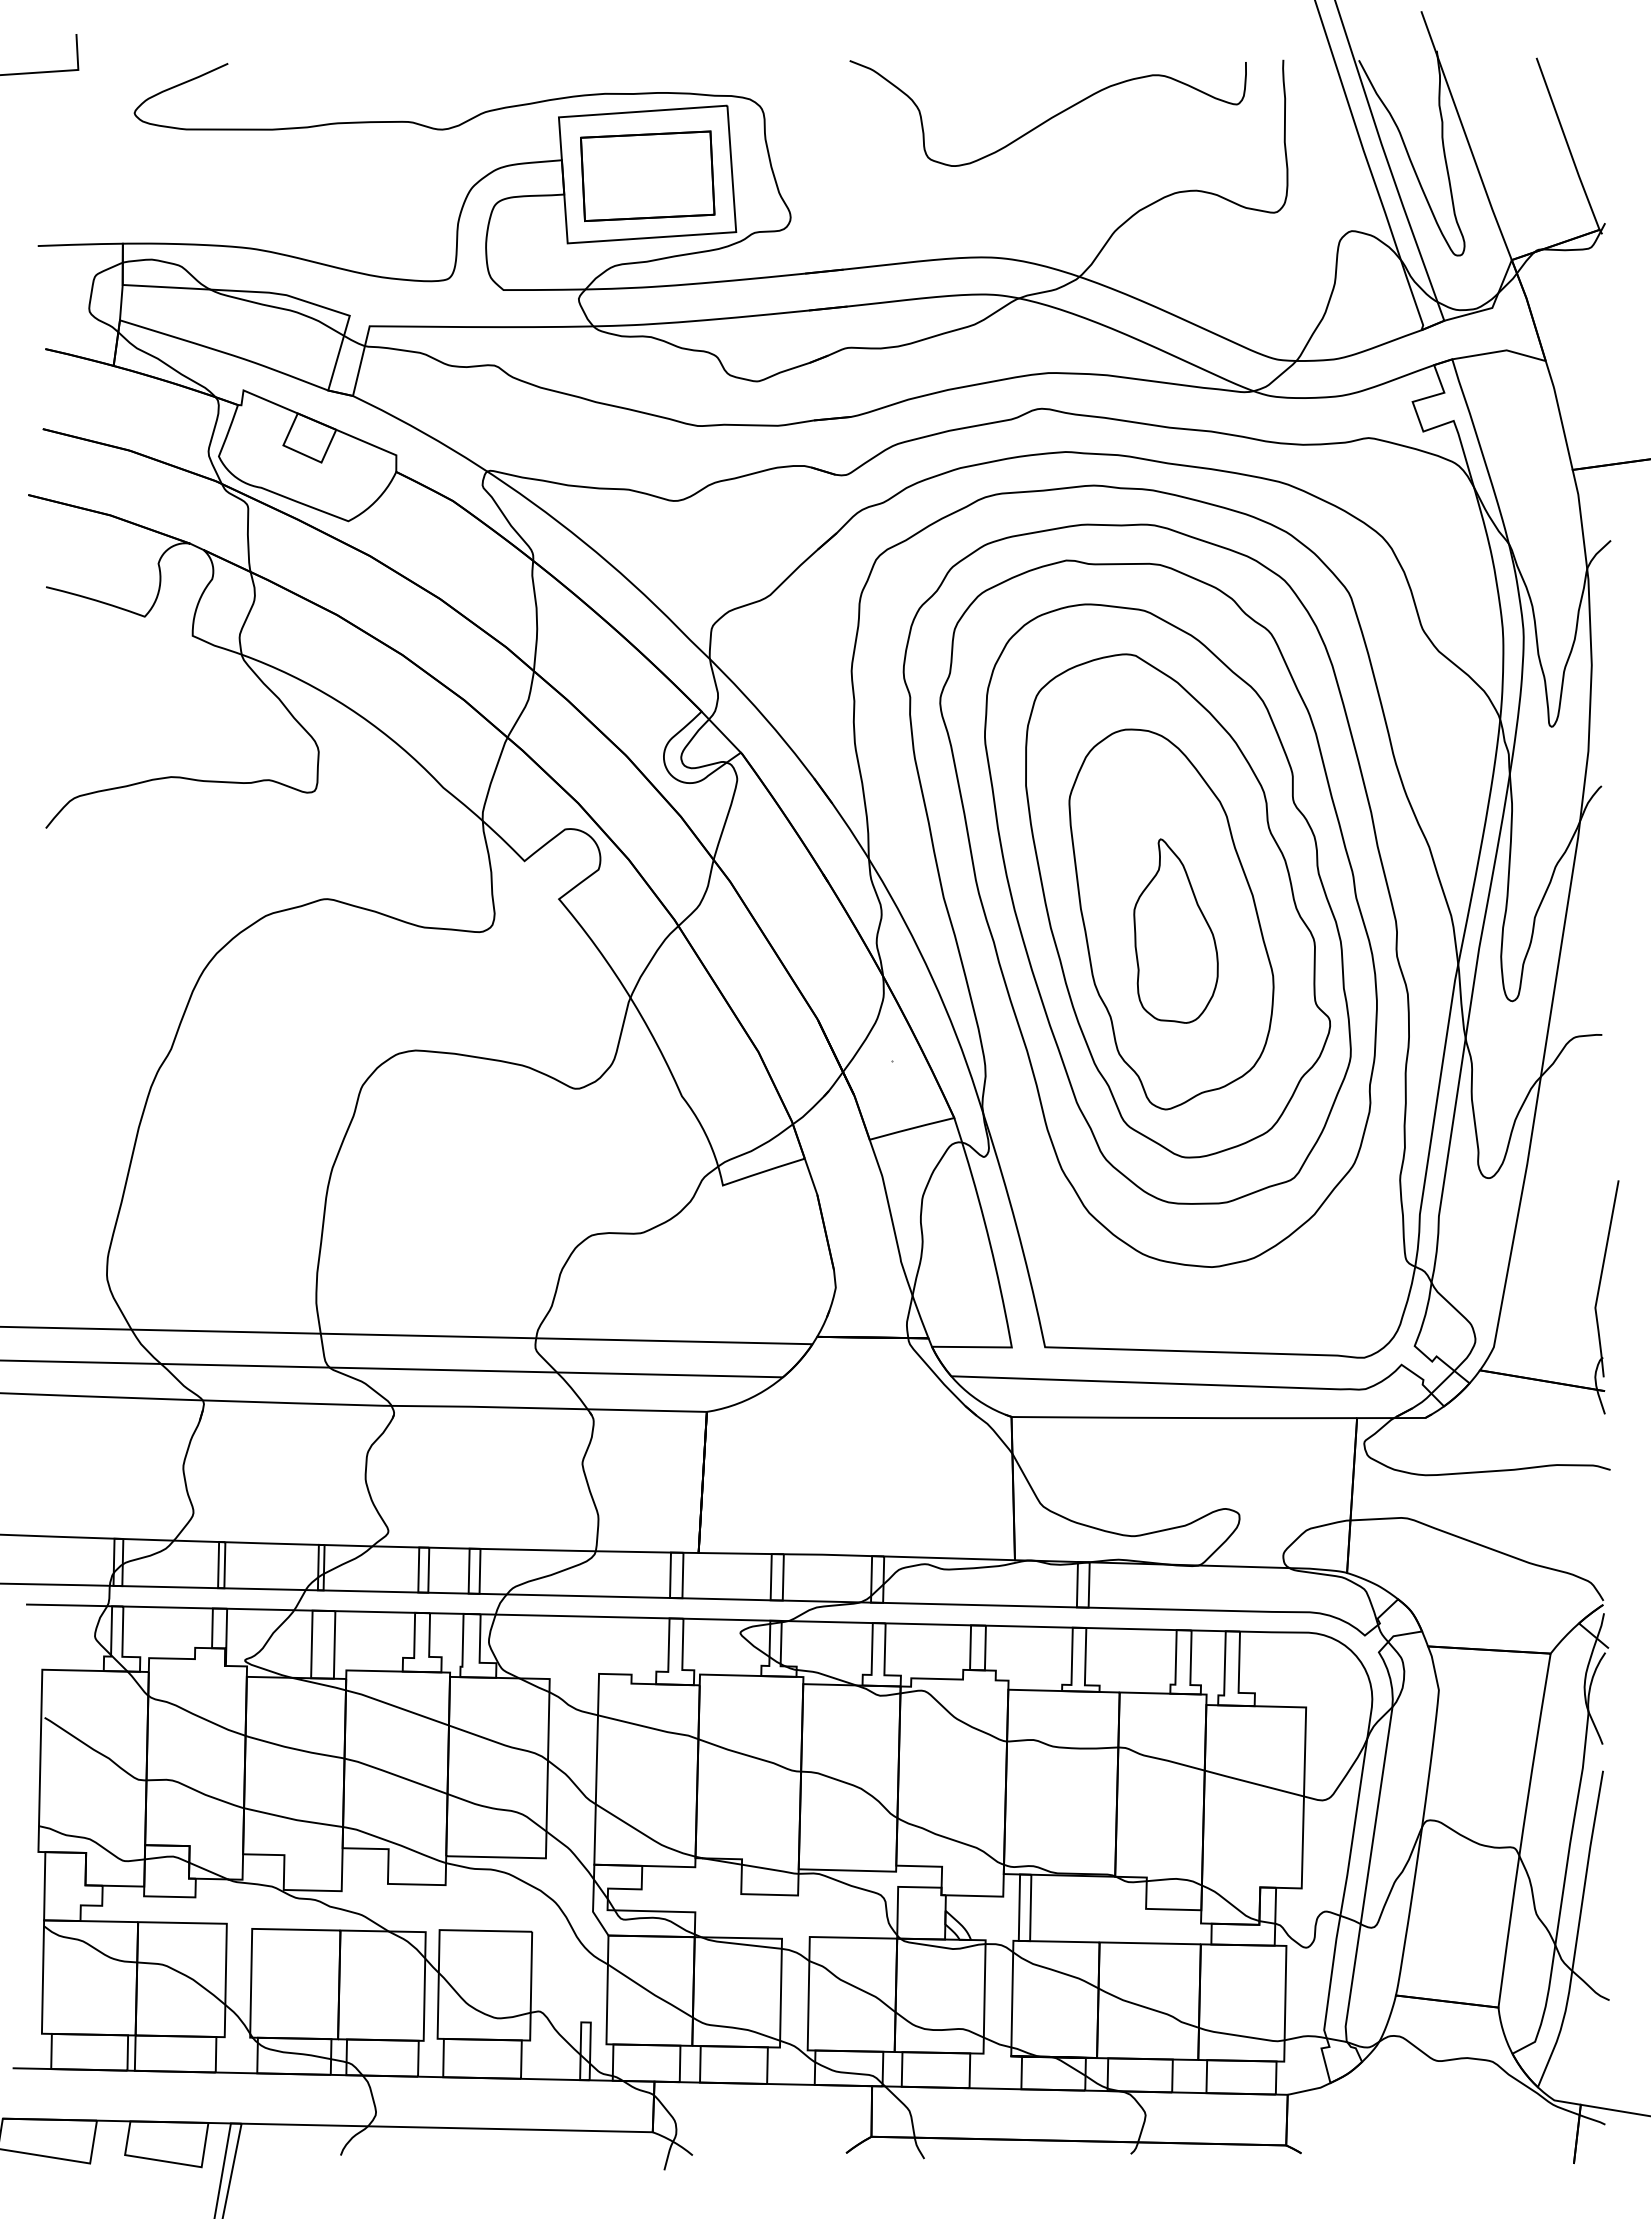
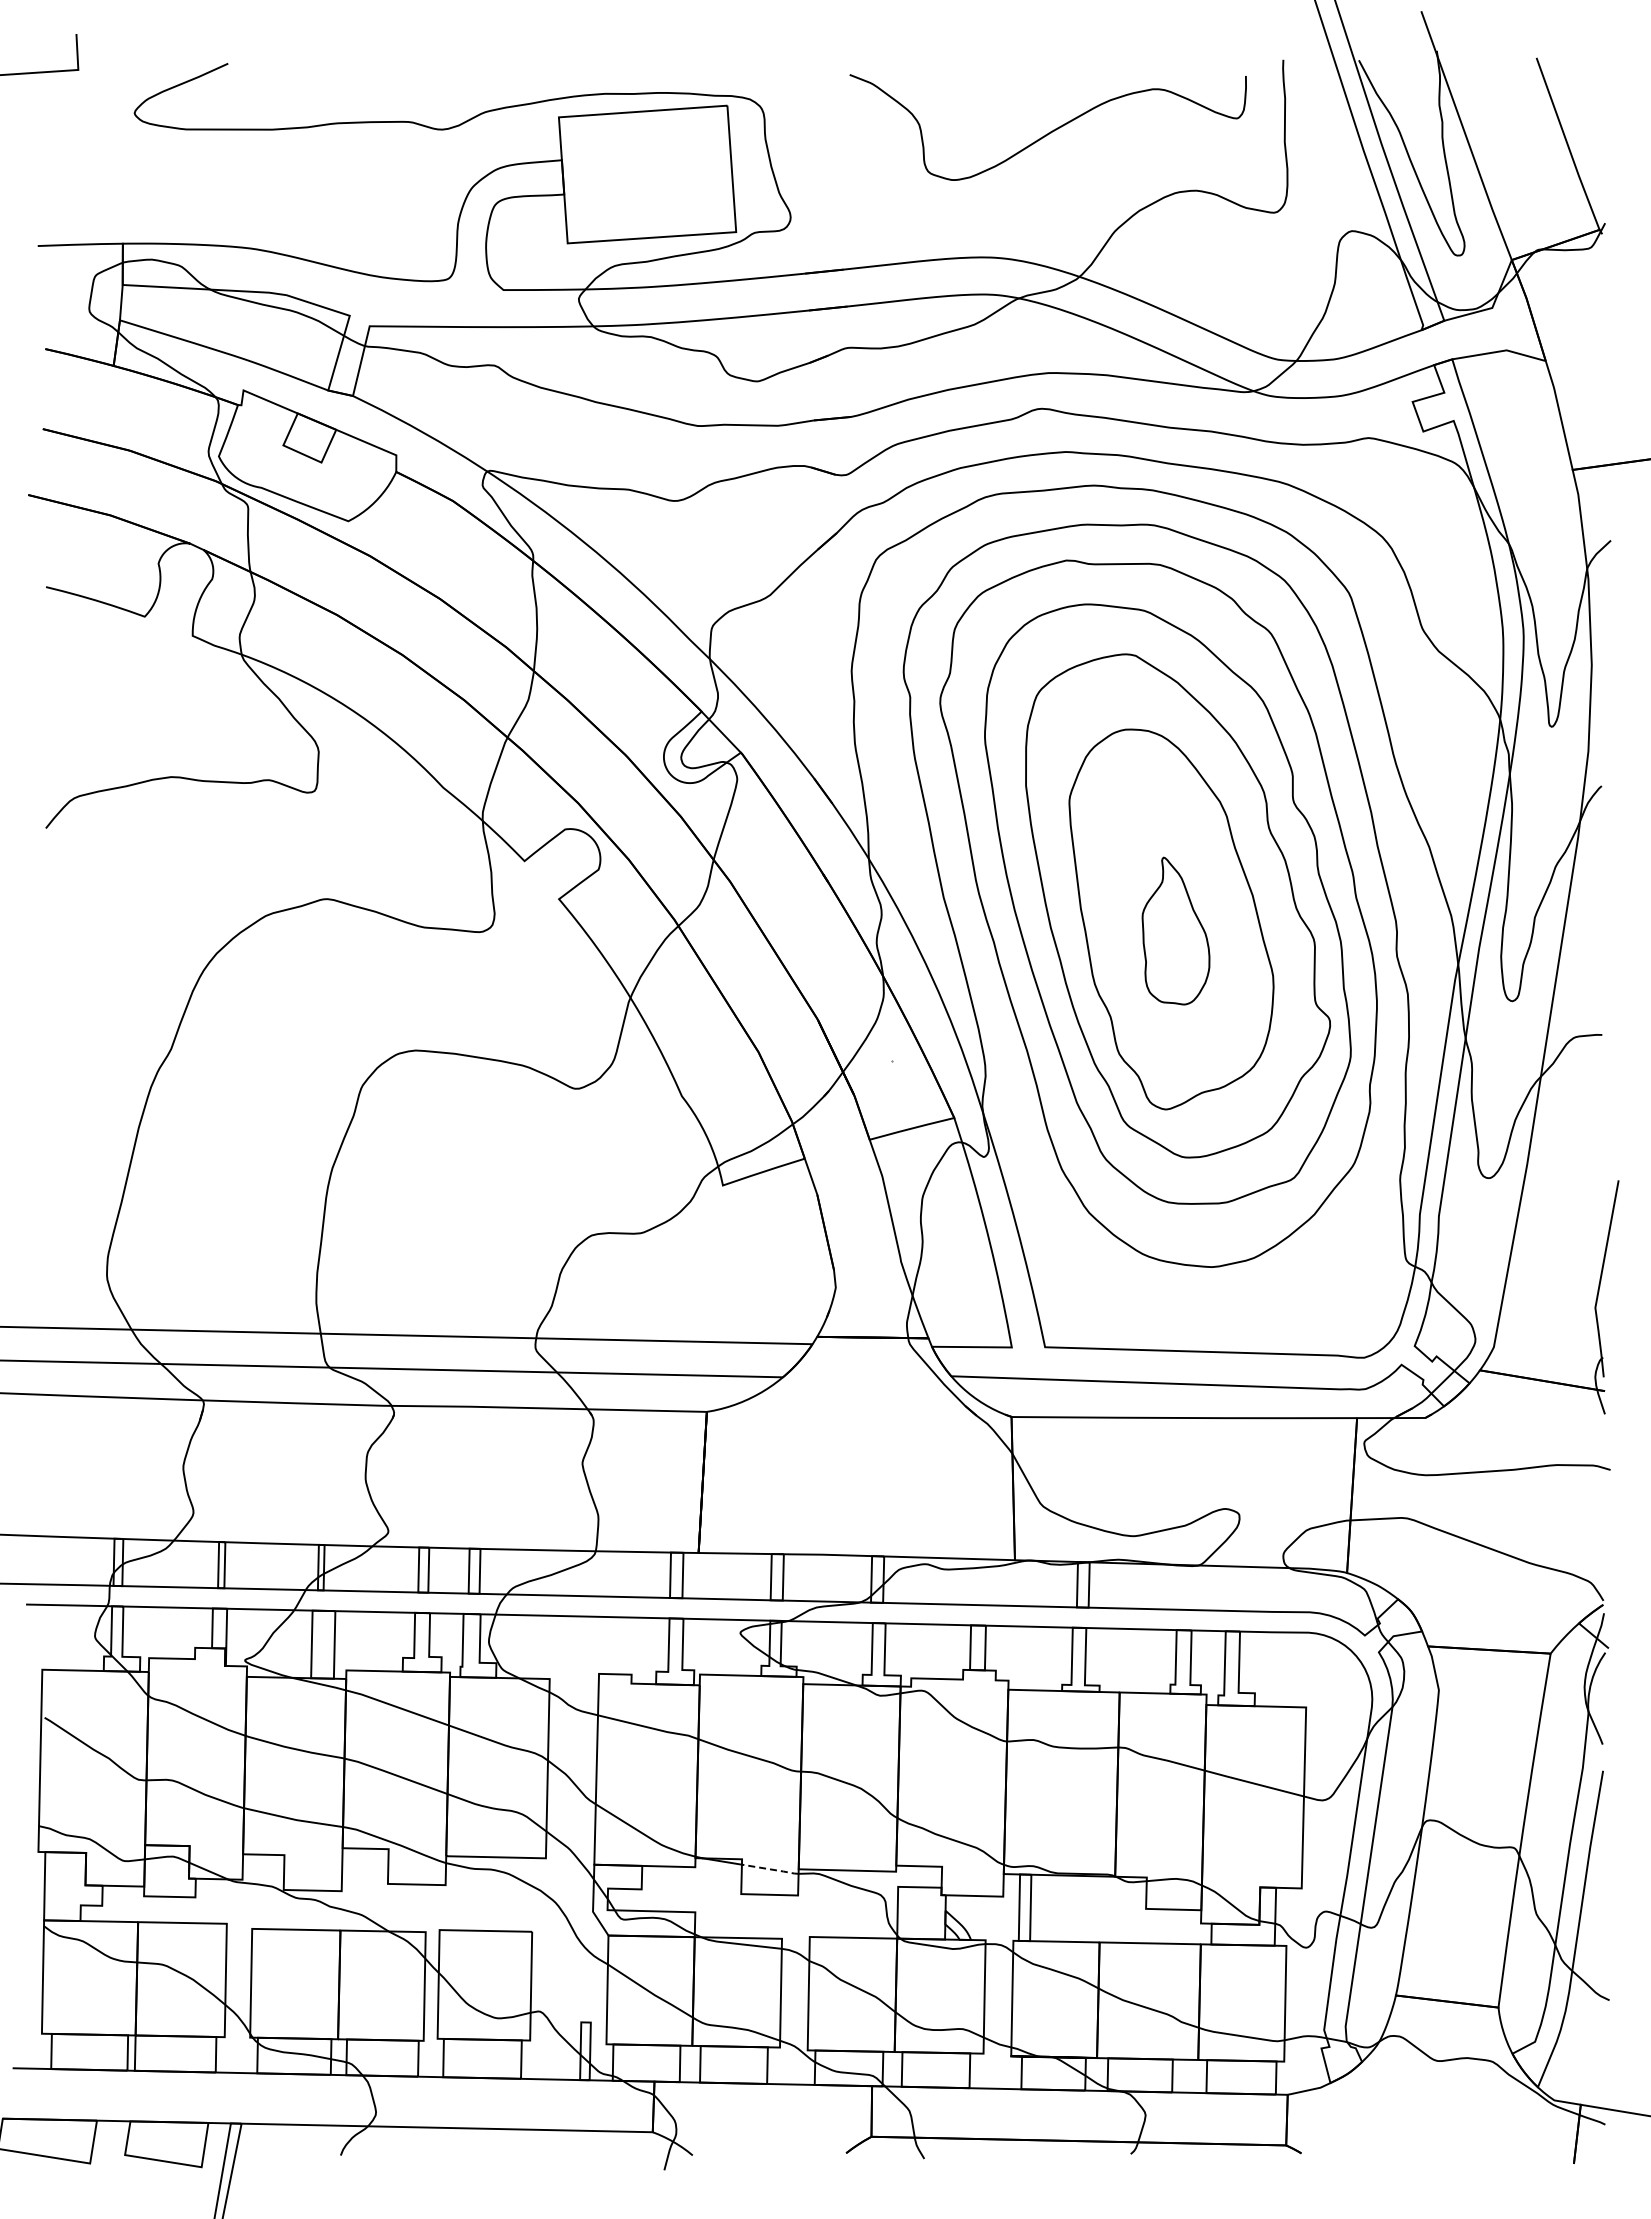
curve at (1050, 117) position: (1050, 117) -> (1050, 131)
part at (647, 175): present -> none
part at (1175, 930) size: 86x186 px -> 70x150 px
line at (770, 1869): solid -> dashed
